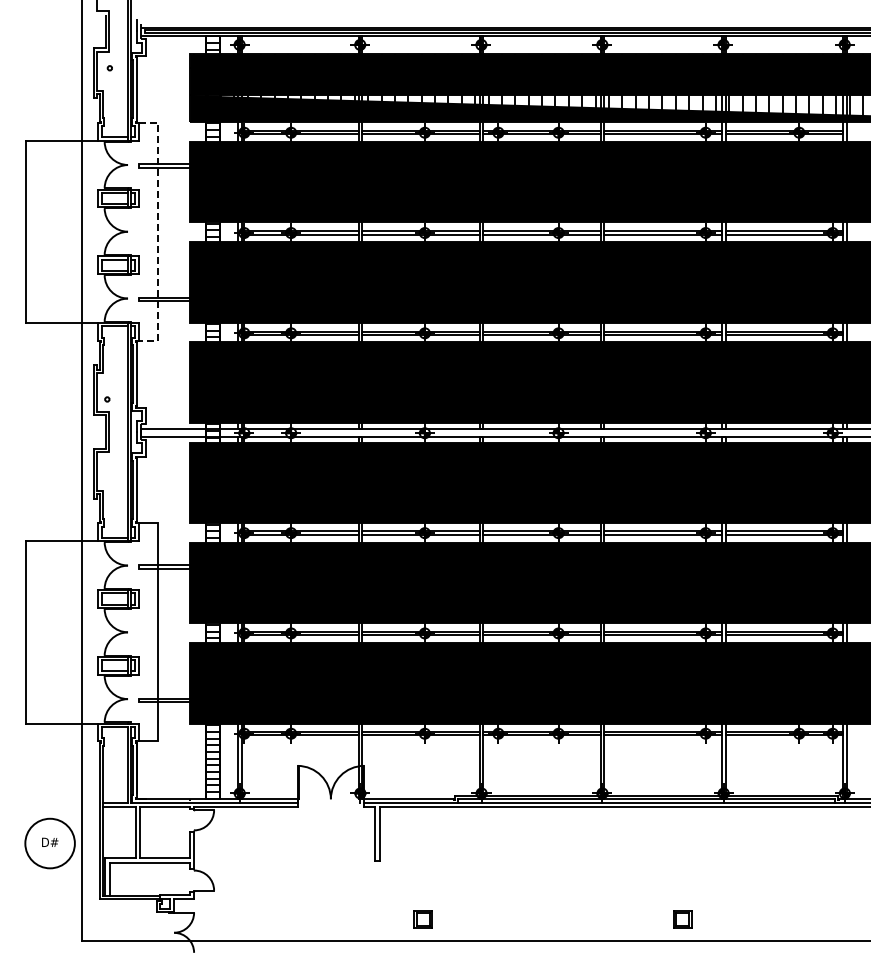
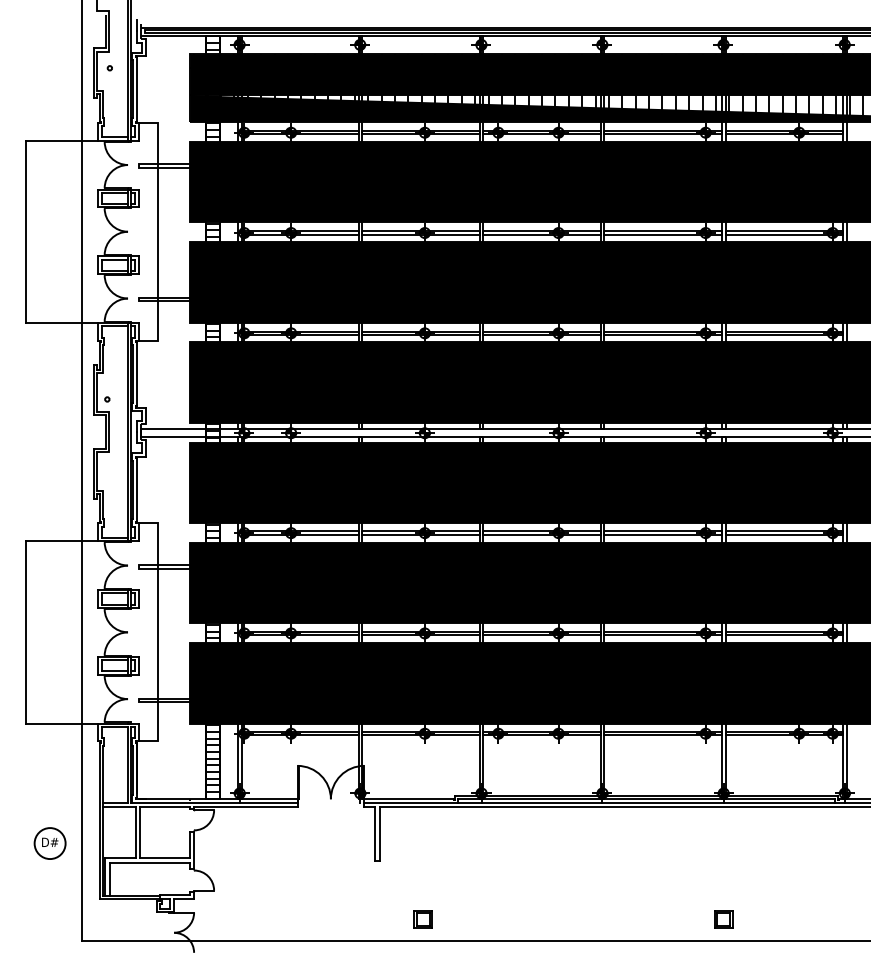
line at (158, 232): dashed -> solid
circle at (49, 843) diameter: 50 px -> 31 px
part at (682, 919) position: (682, 919) -> (723, 919)
